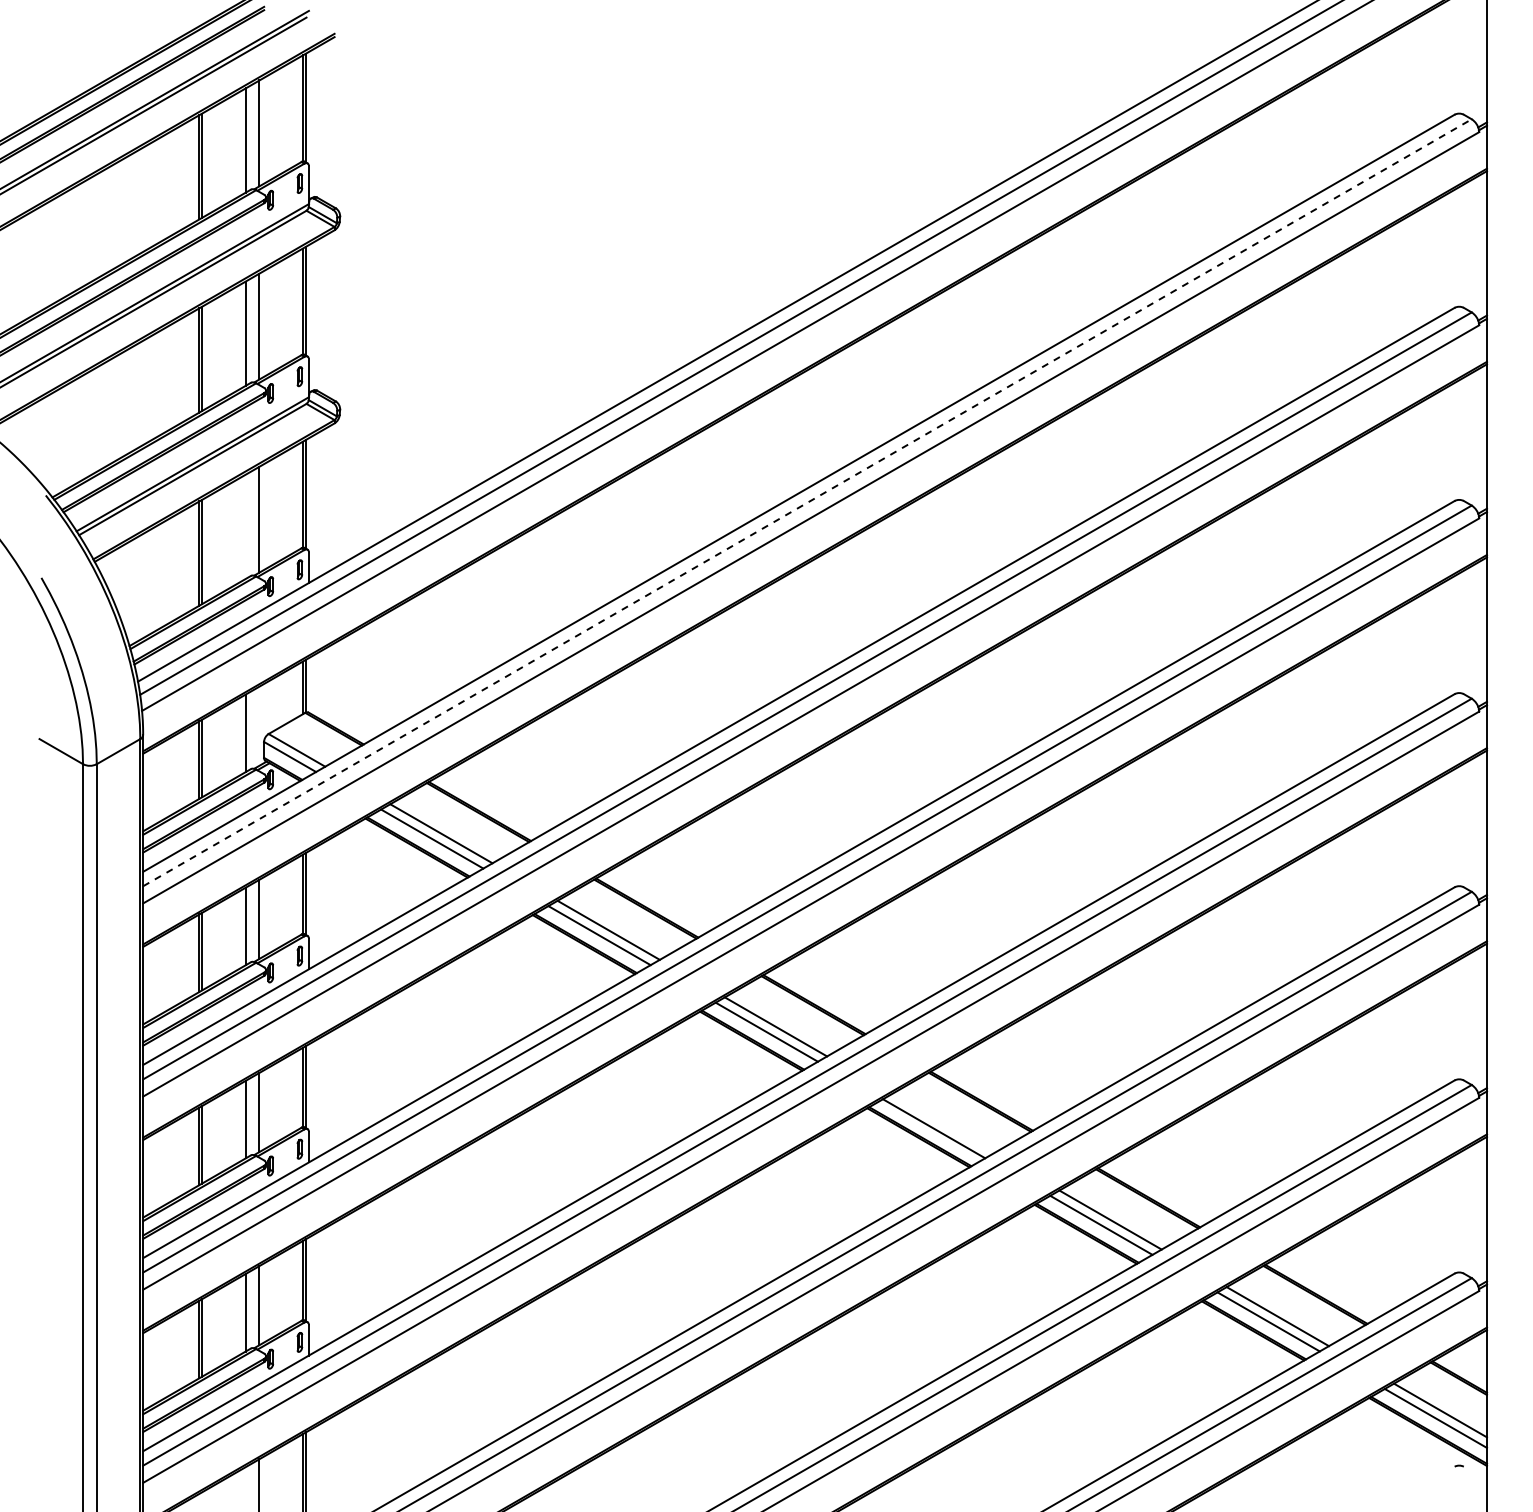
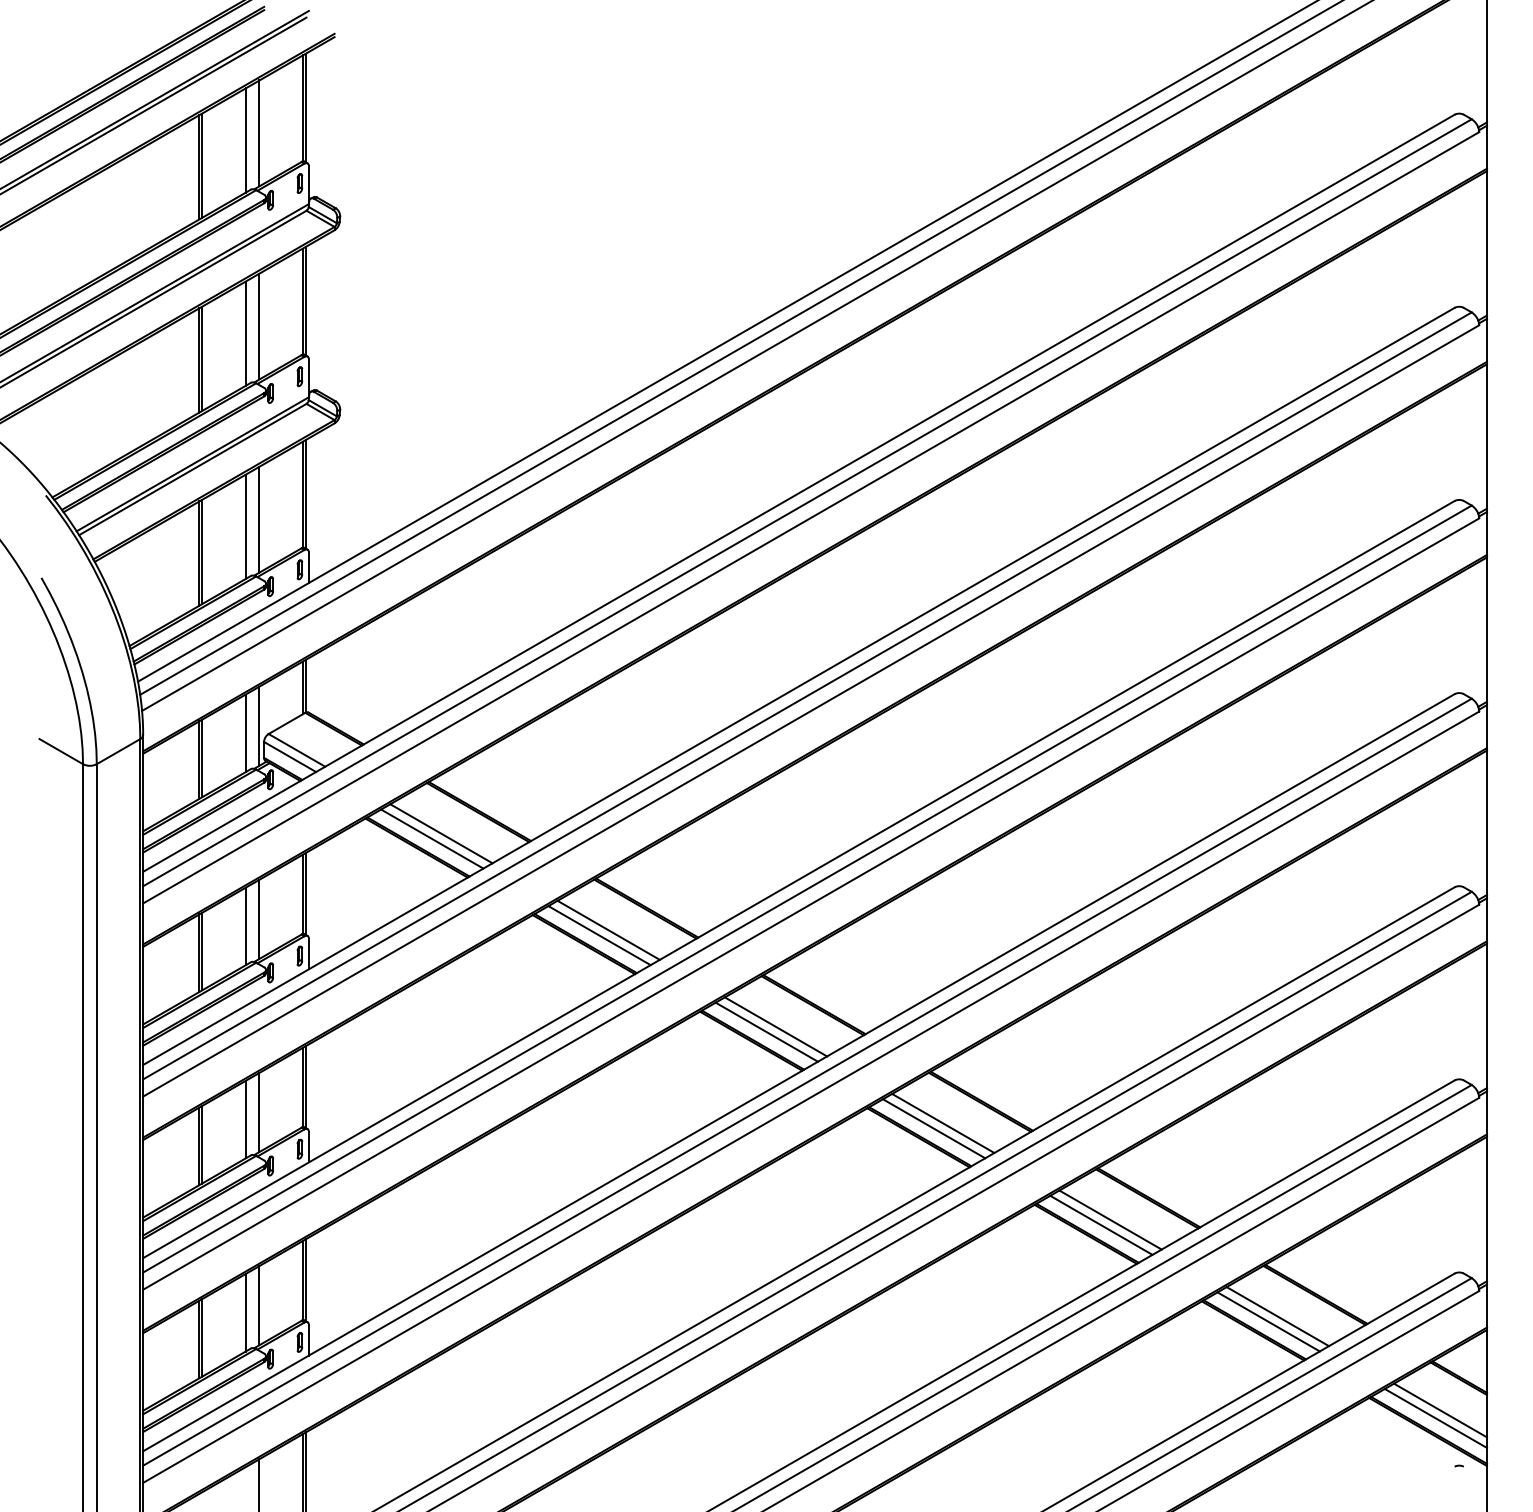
line at (807, 502): dashed -> solid
line at (245, 526): none -> present
line at (259, 725): none -> present
line at (943, 1123): none -> present
